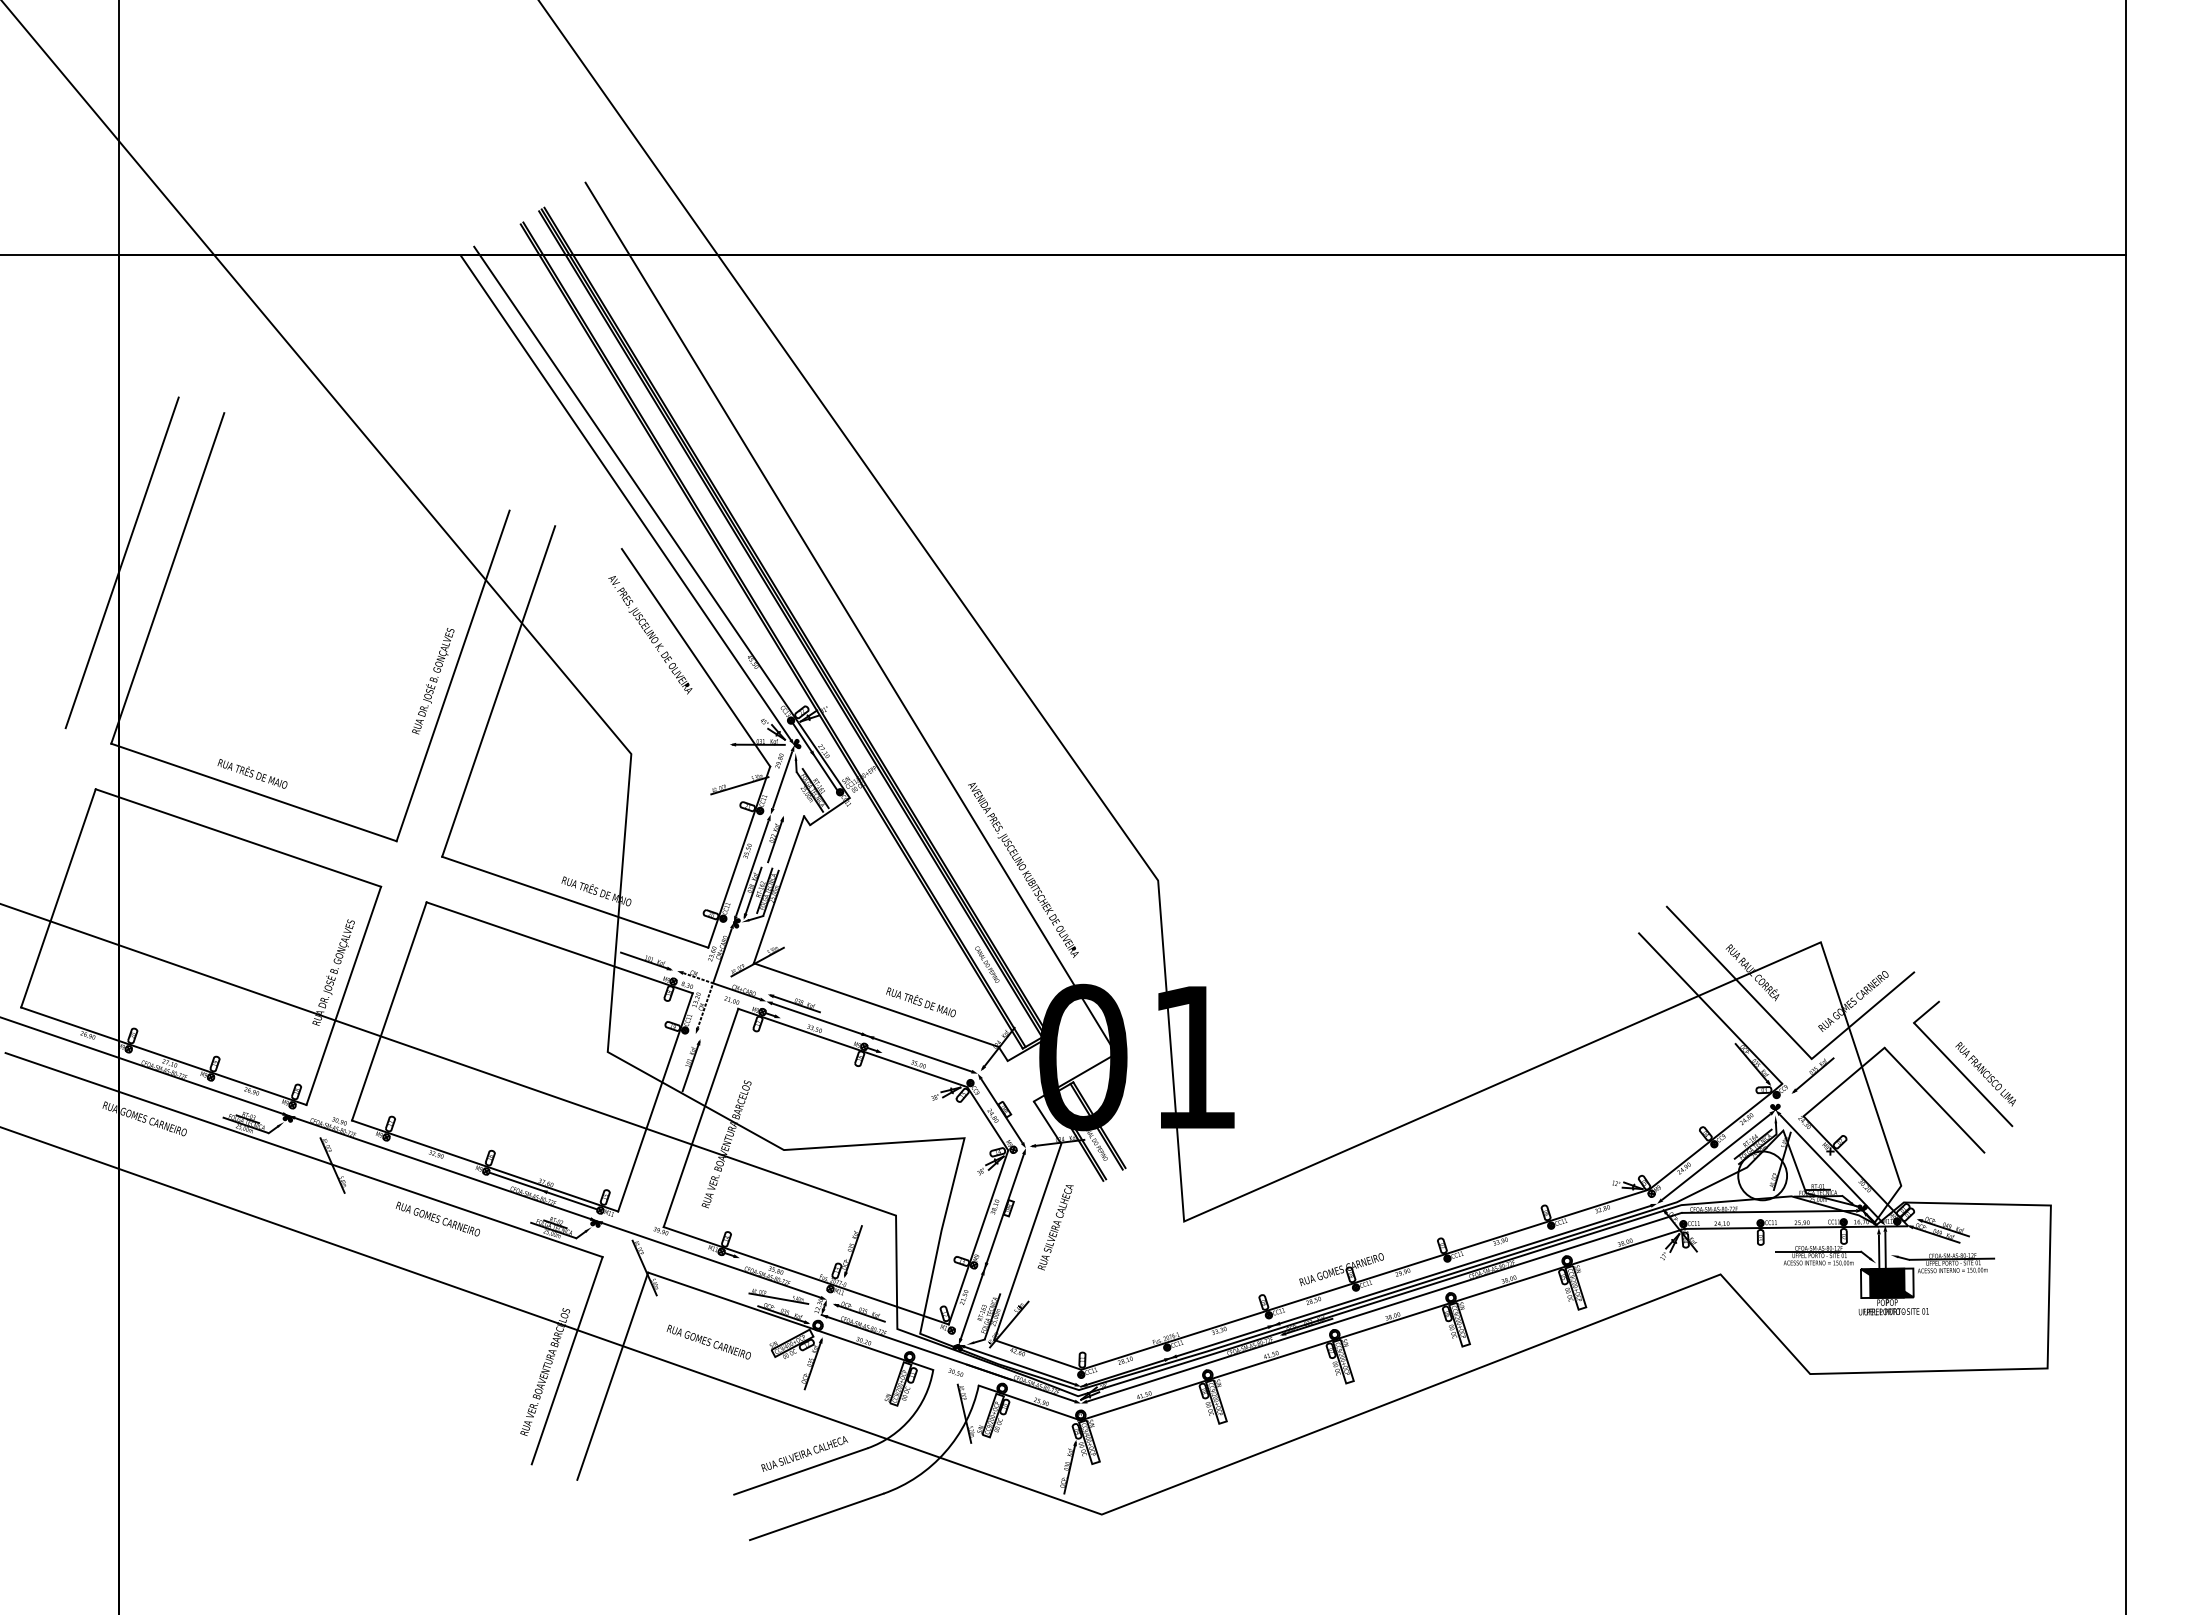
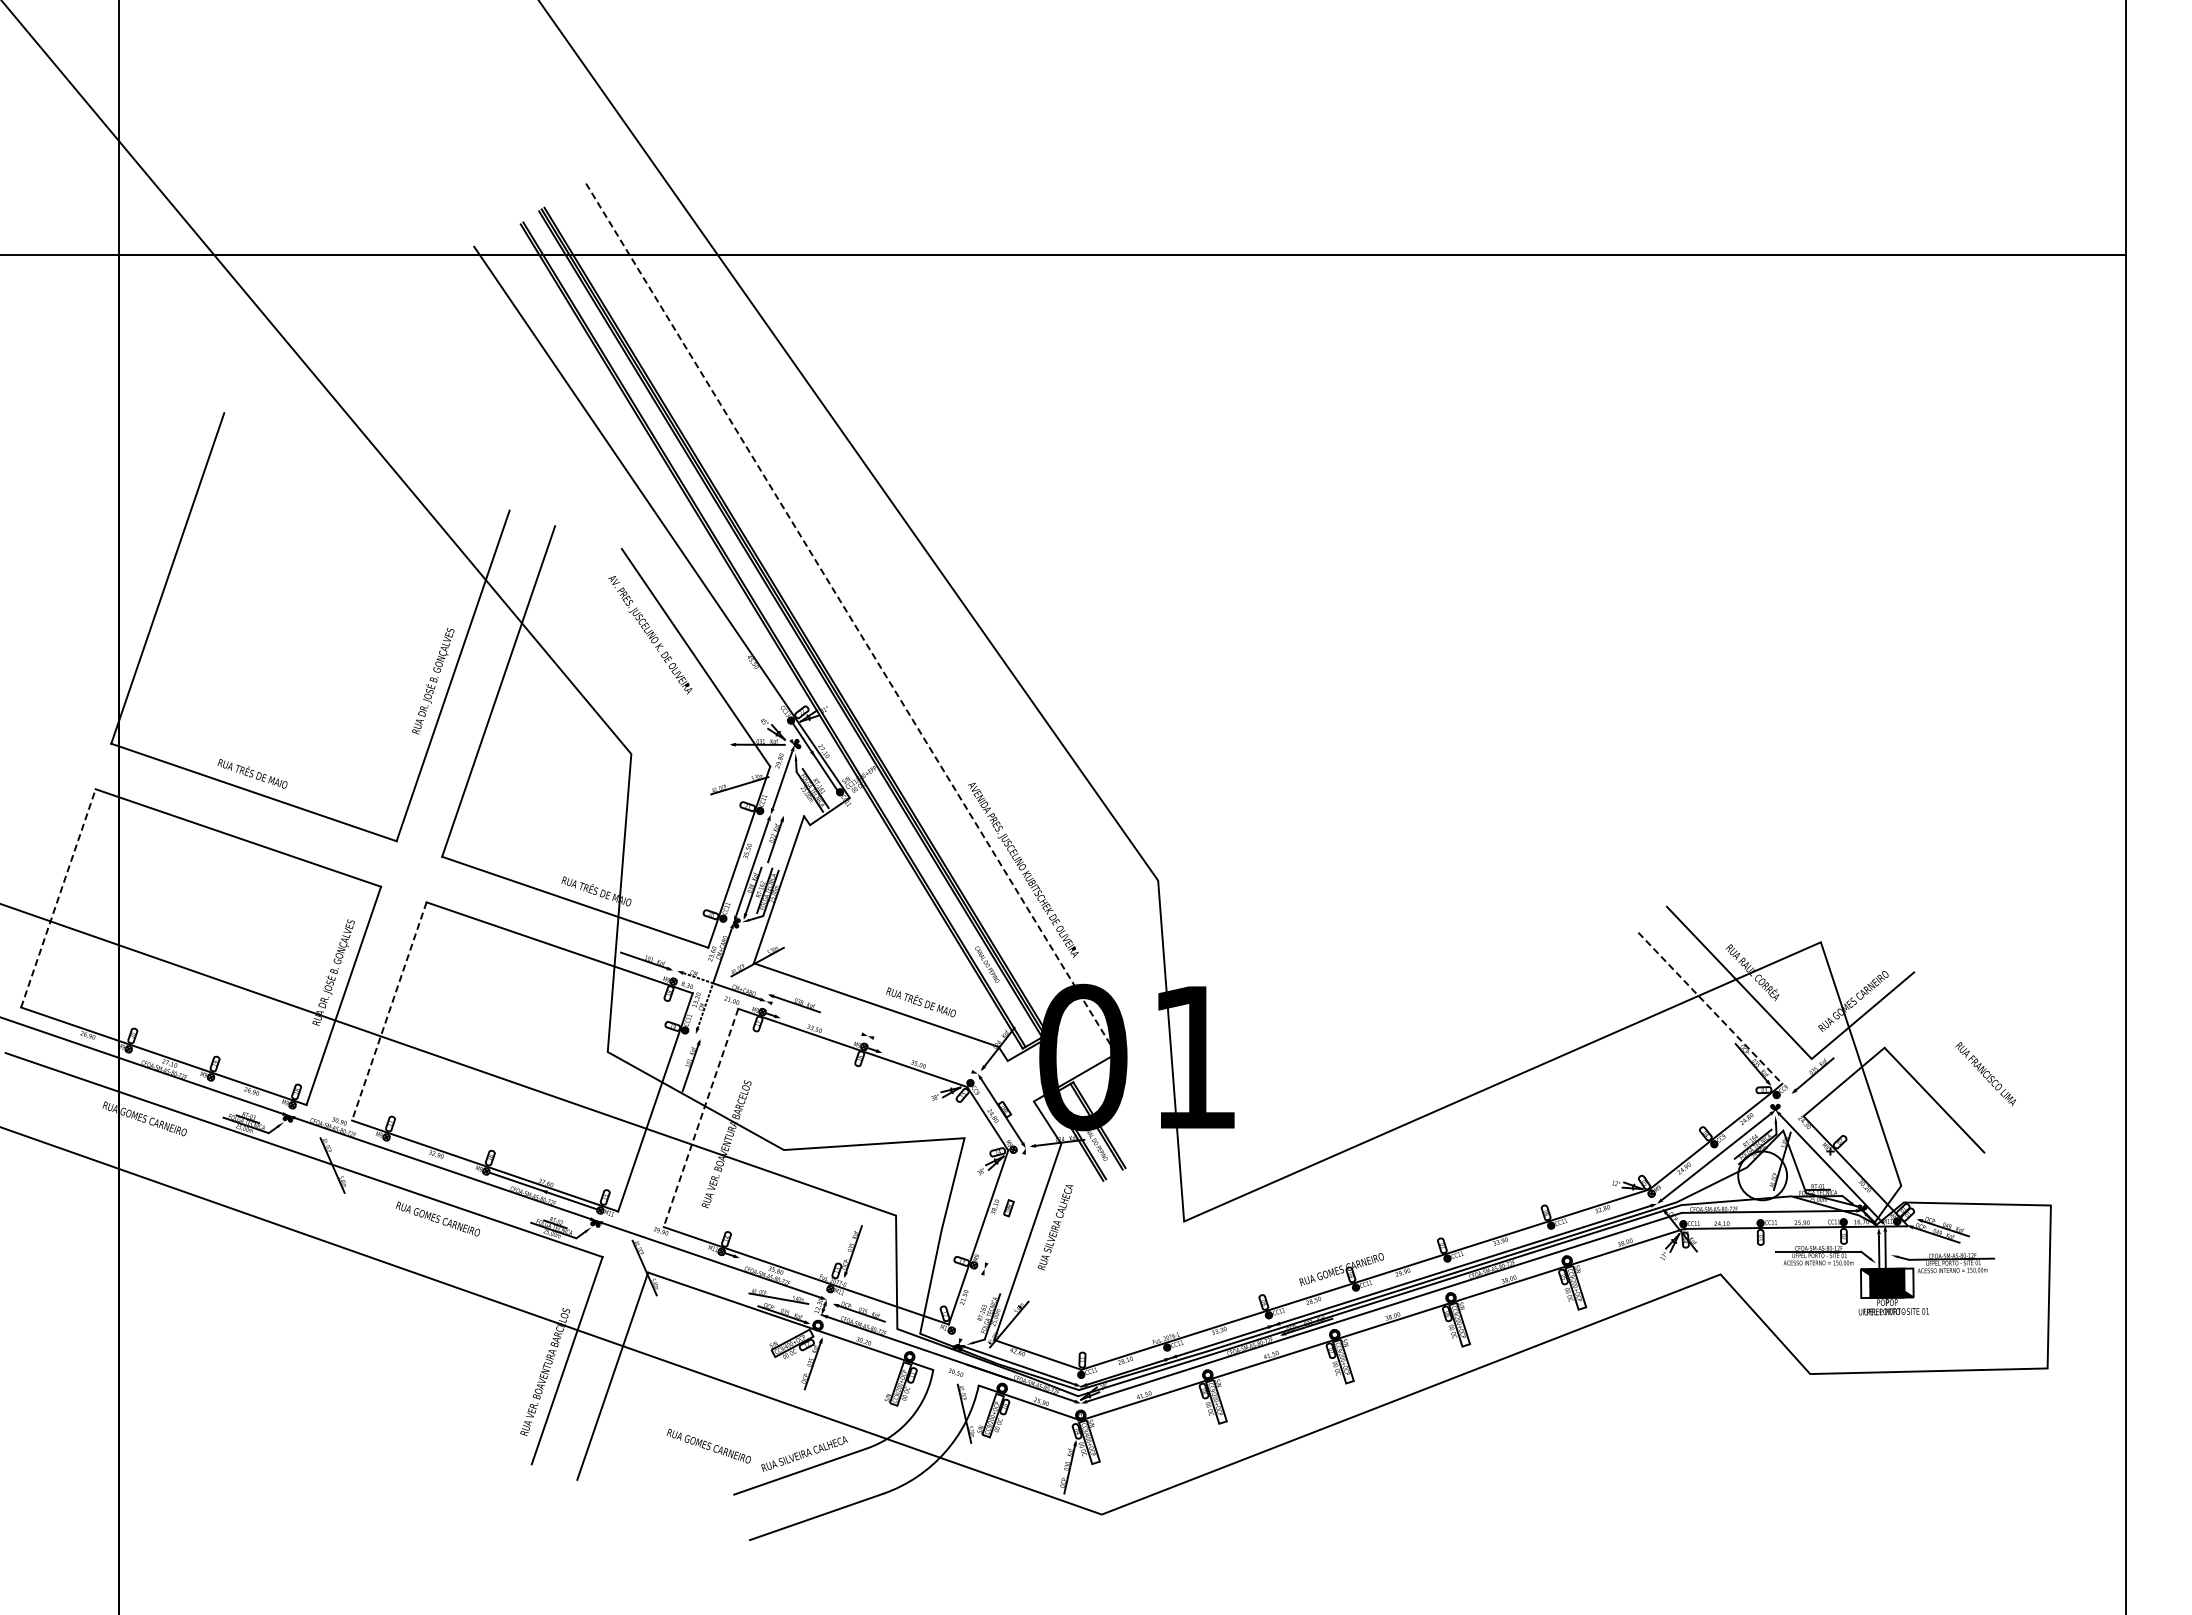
line at (625, 497): present -> none
line at (121, 562): present -> none
line at (850, 618): solid -> dashed
line at (58, 897): solid -> dashed
line at (1710, 1008): solid -> dashed
line at (389, 1011): solid -> dashed
line at (871, 1037): present -> none
part at (1958, 1068): present -> none
line at (700, 1118): solid -> dashed
line at (991, 1246): present -> none
text at (708, 1341) position: (708, 1341) -> (708, 1445)
